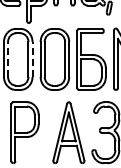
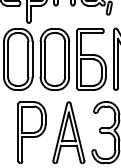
line at (8, 58): dashed -> solid
line at (32, 58): dashed -> solid
part at (24, 132) position: (24, 132) -> (31, 132)
